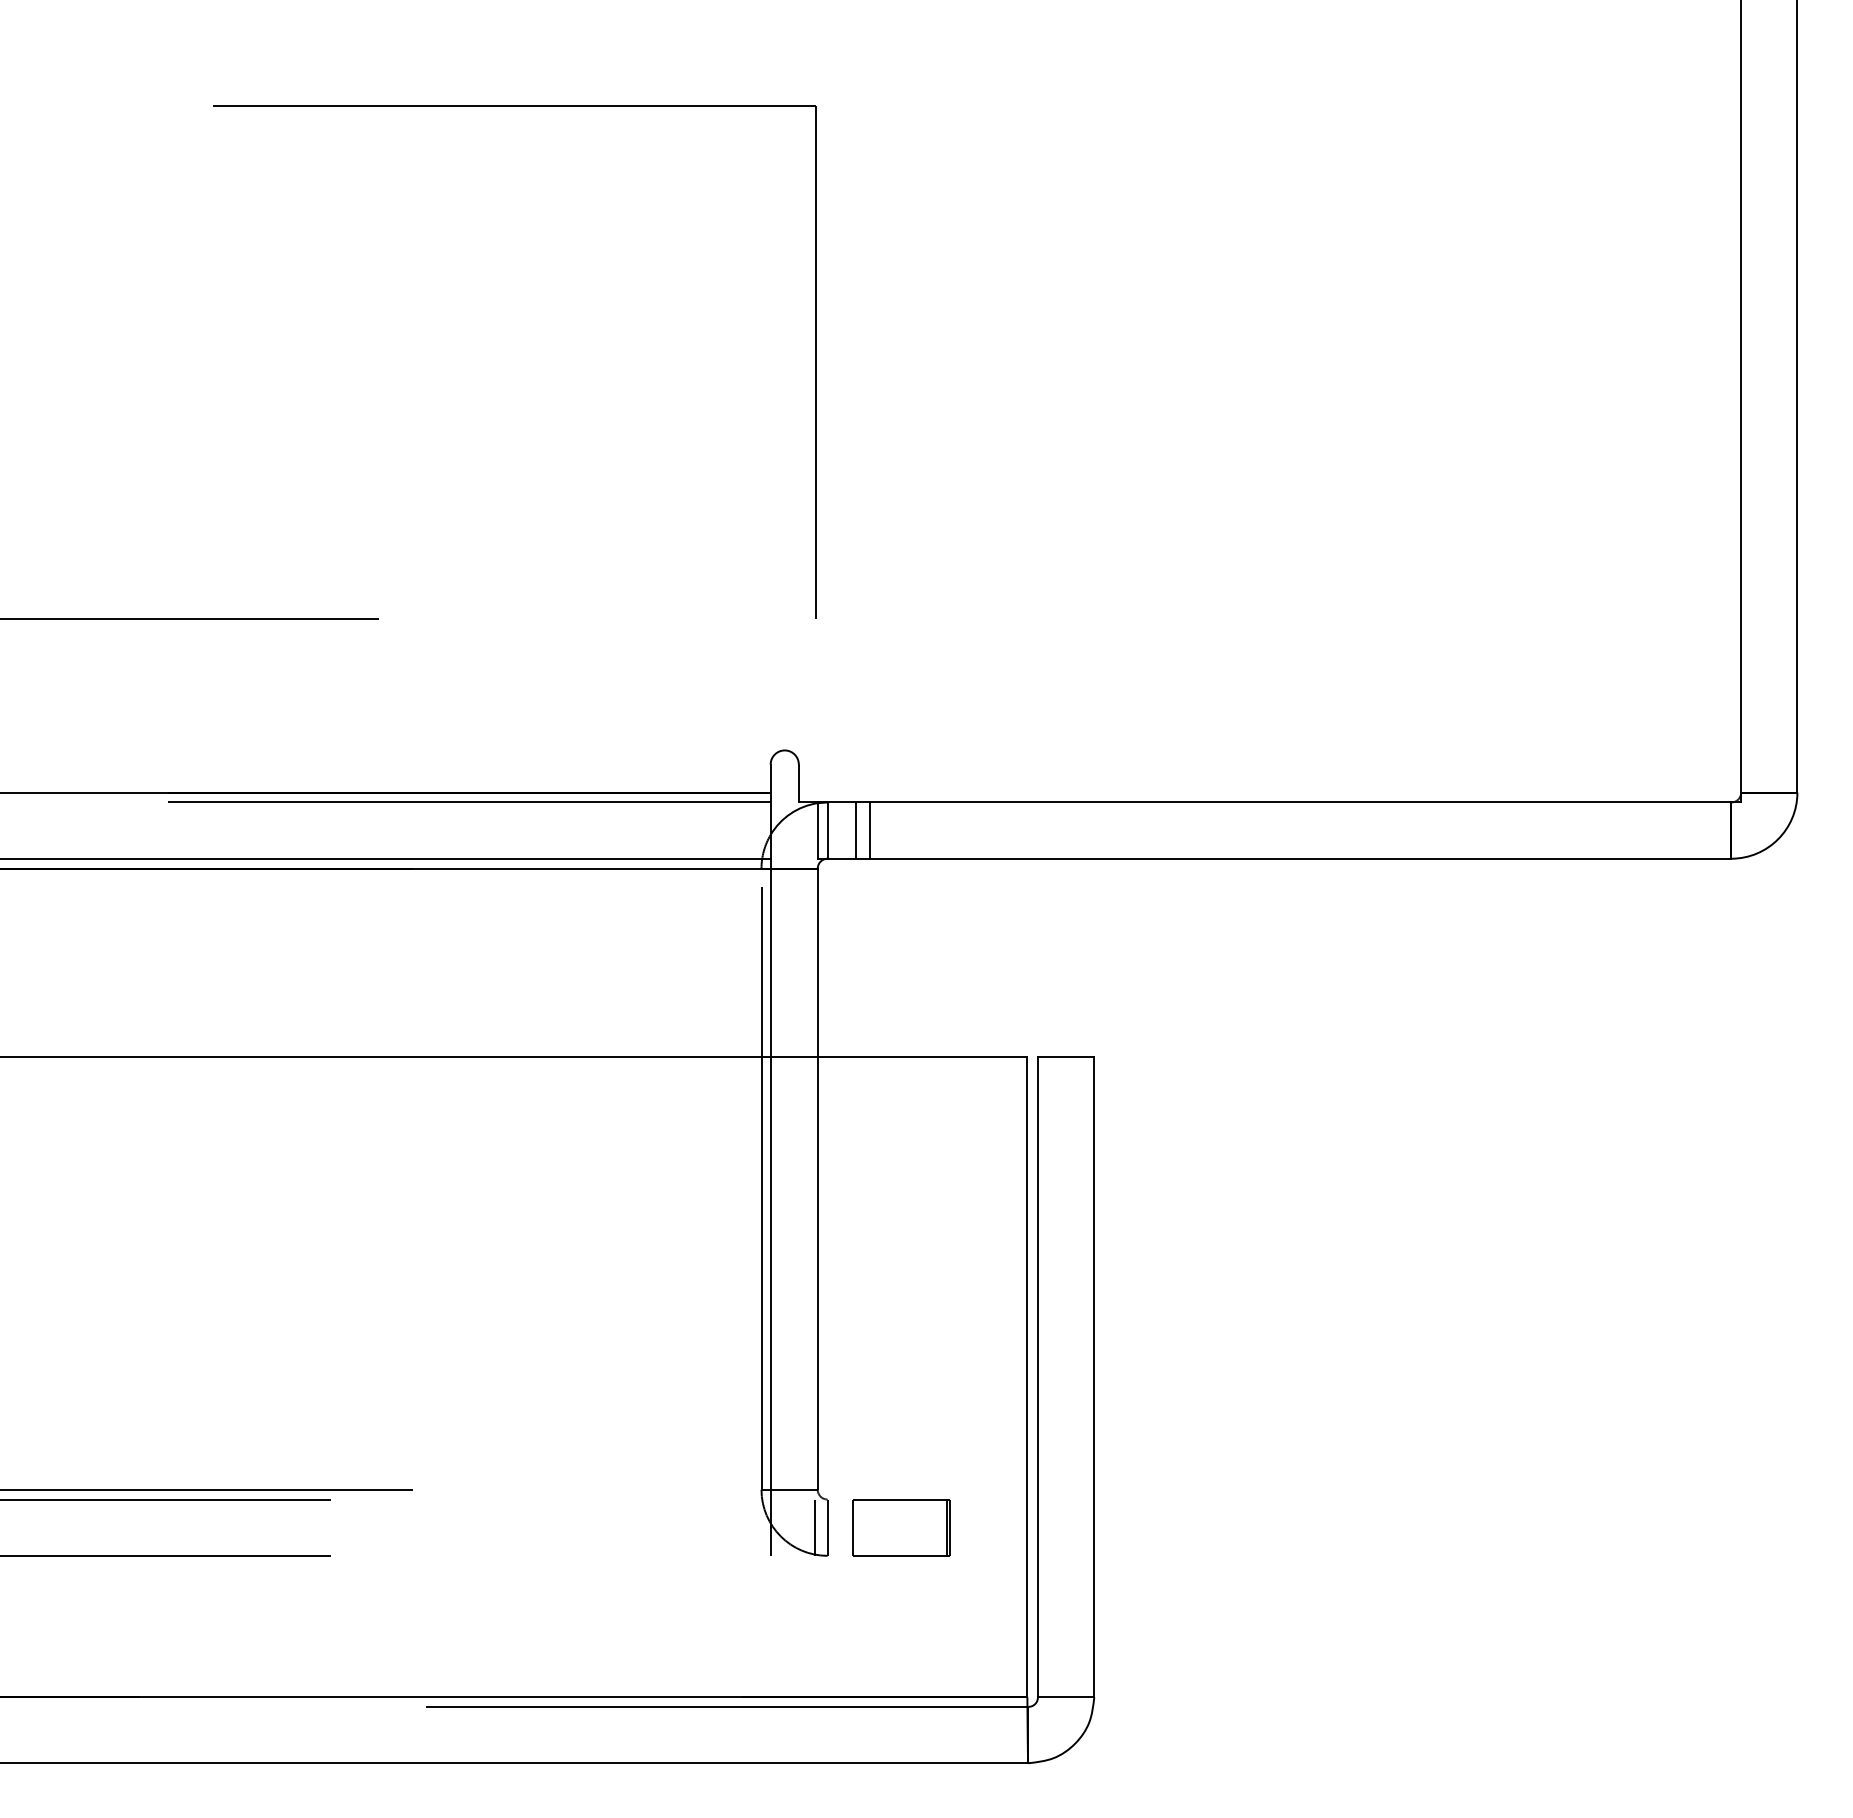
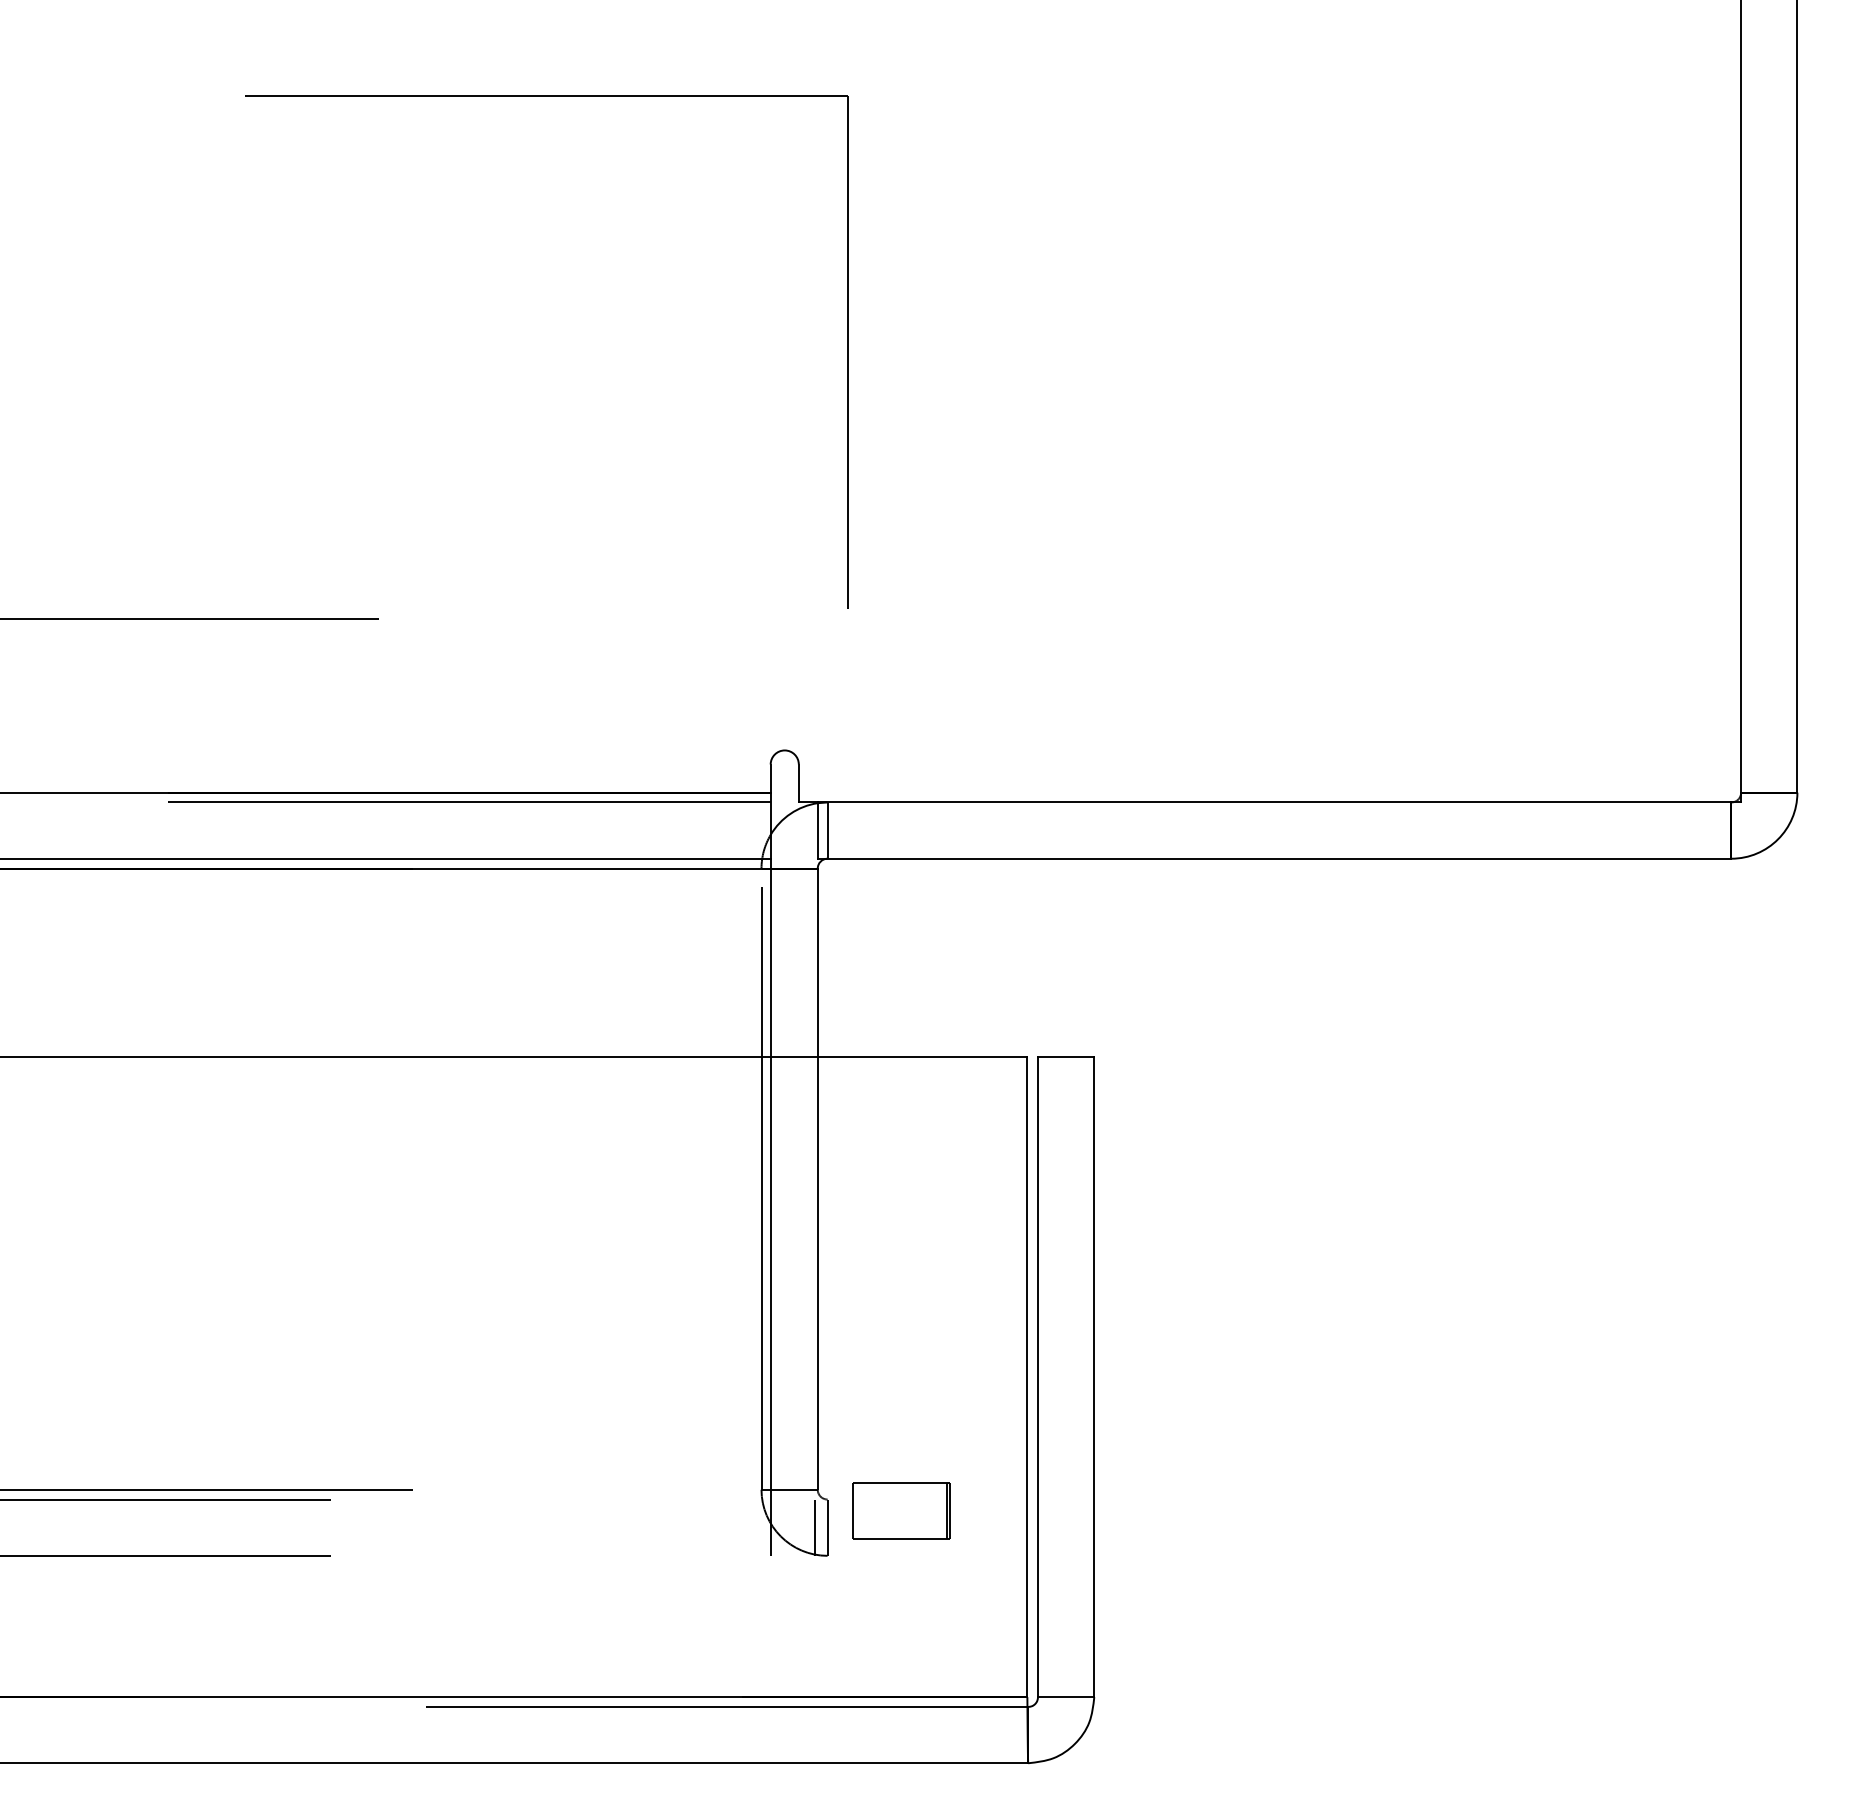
part at (514, 106) position: (514, 106) -> (546, 96)
line at (855, 830): present -> none
line at (869, 830): present -> none
part at (901, 1527) position: (901, 1527) -> (901, 1510)
